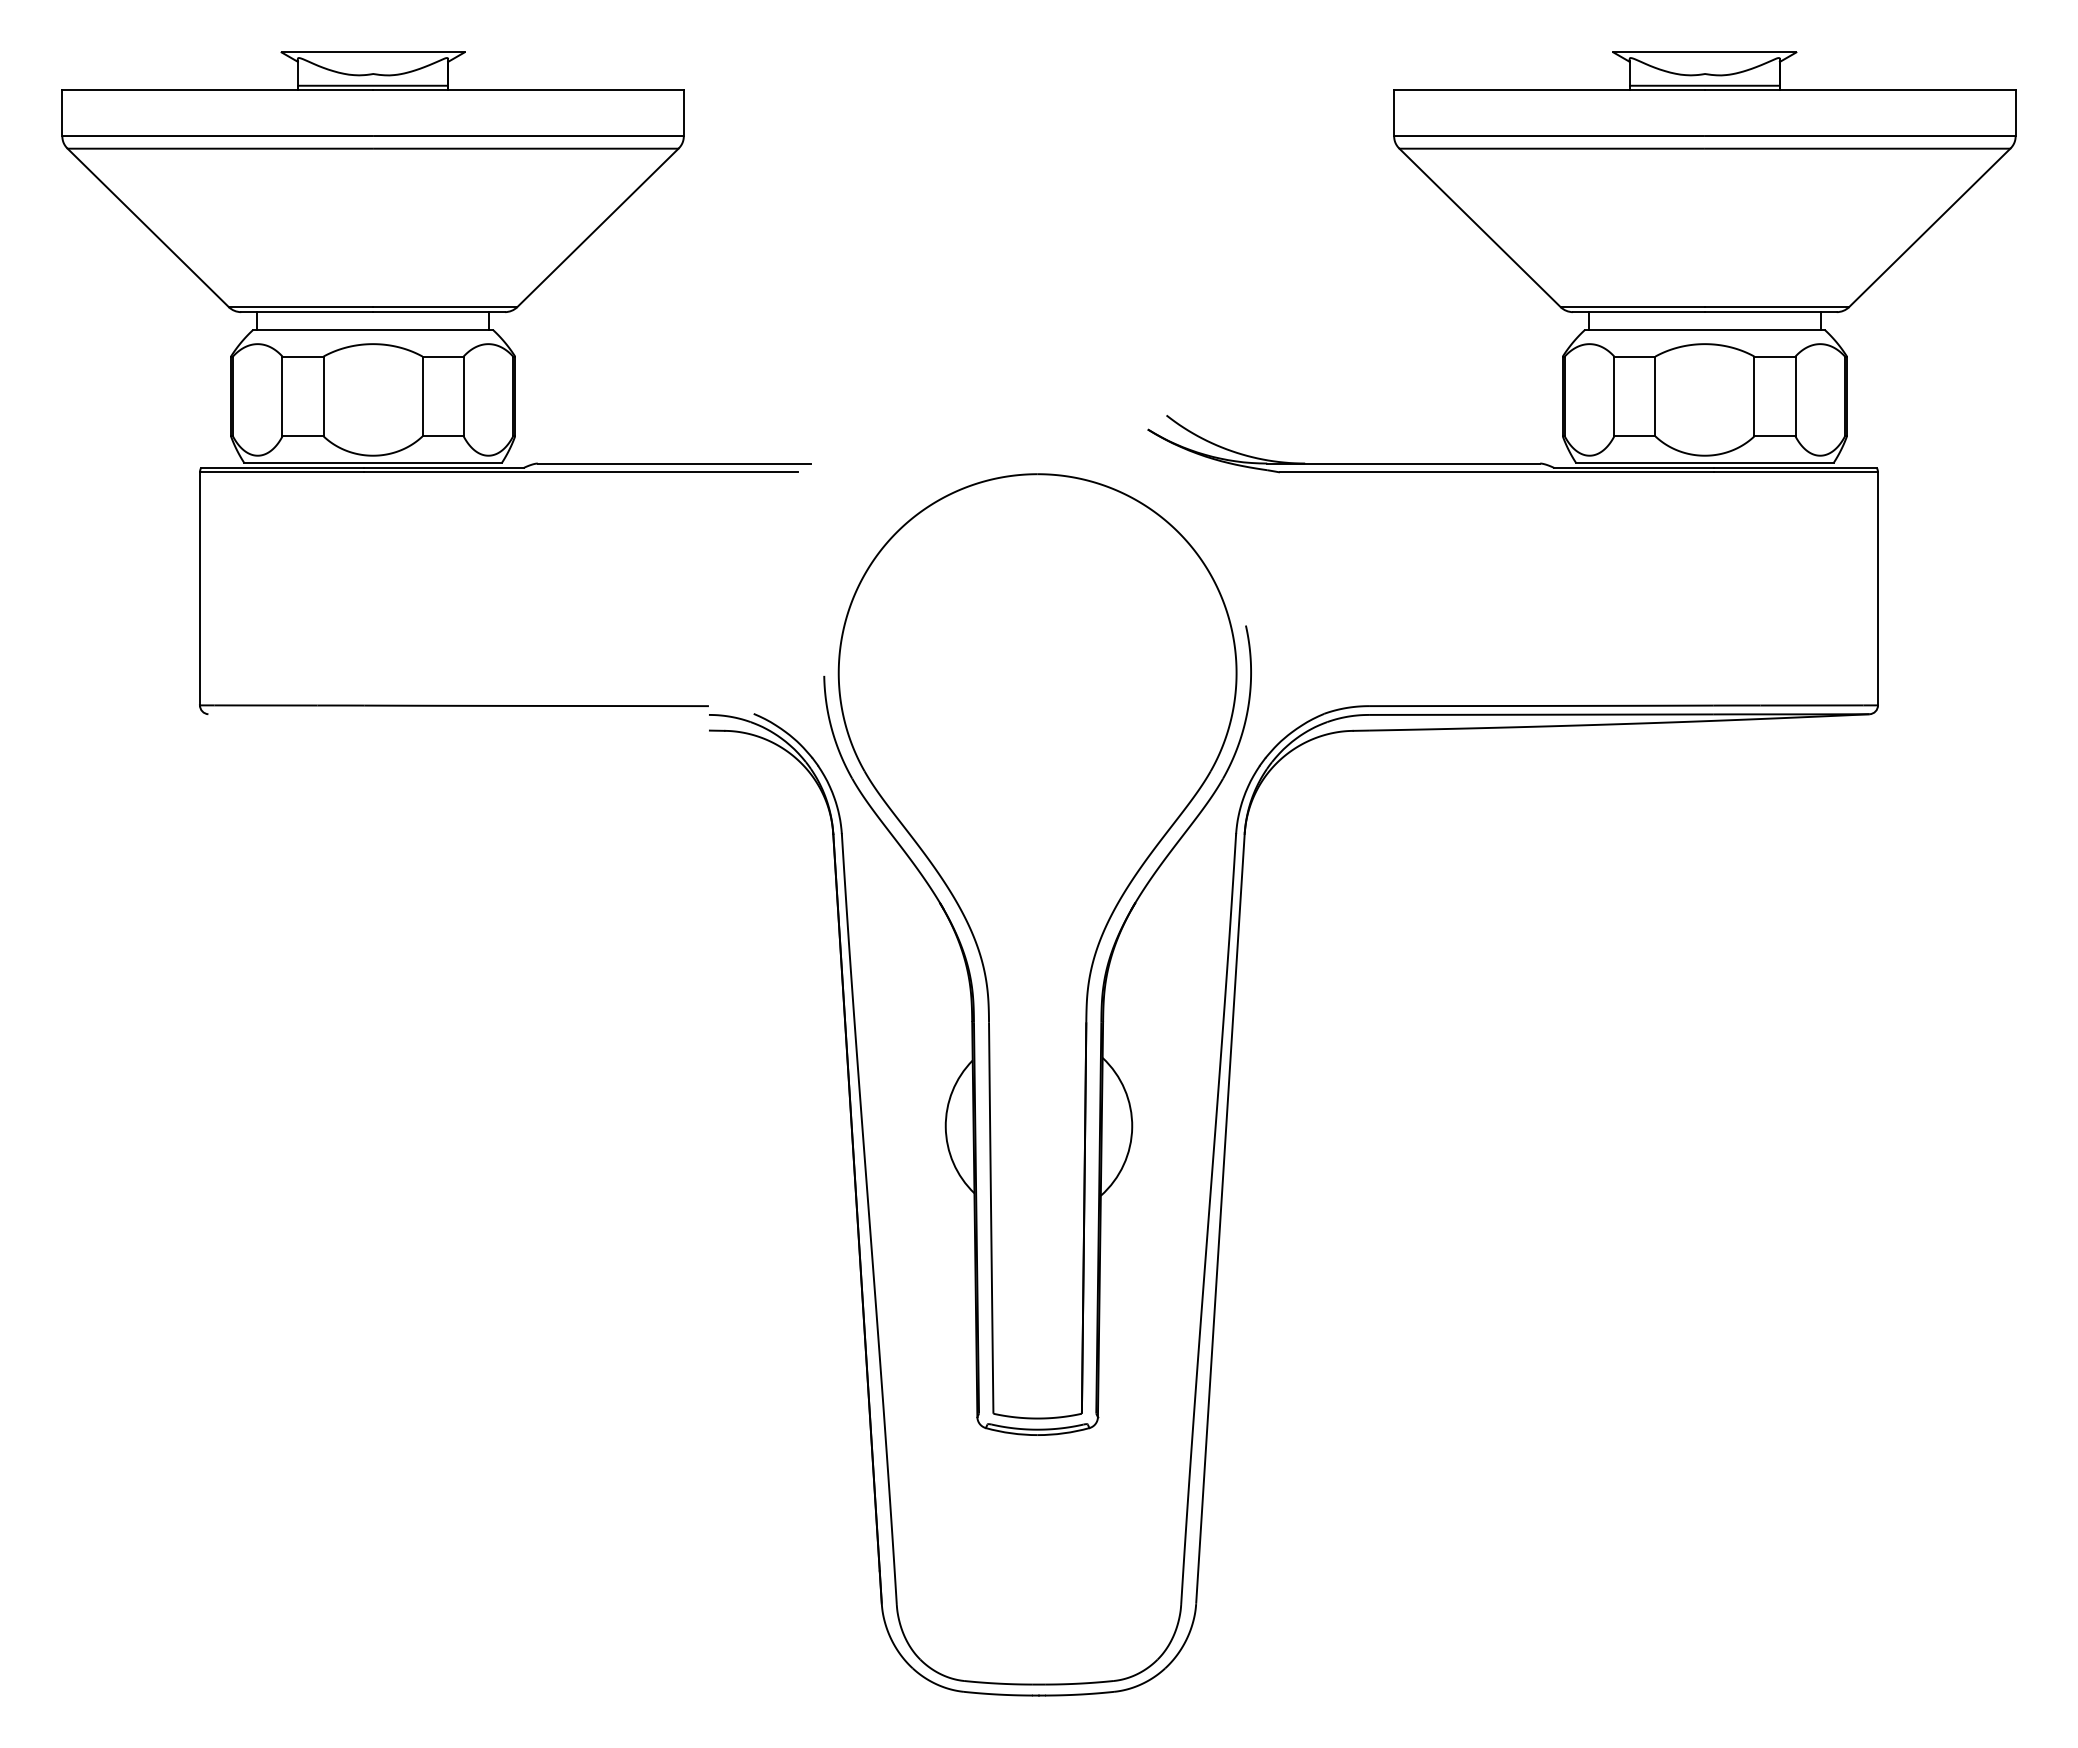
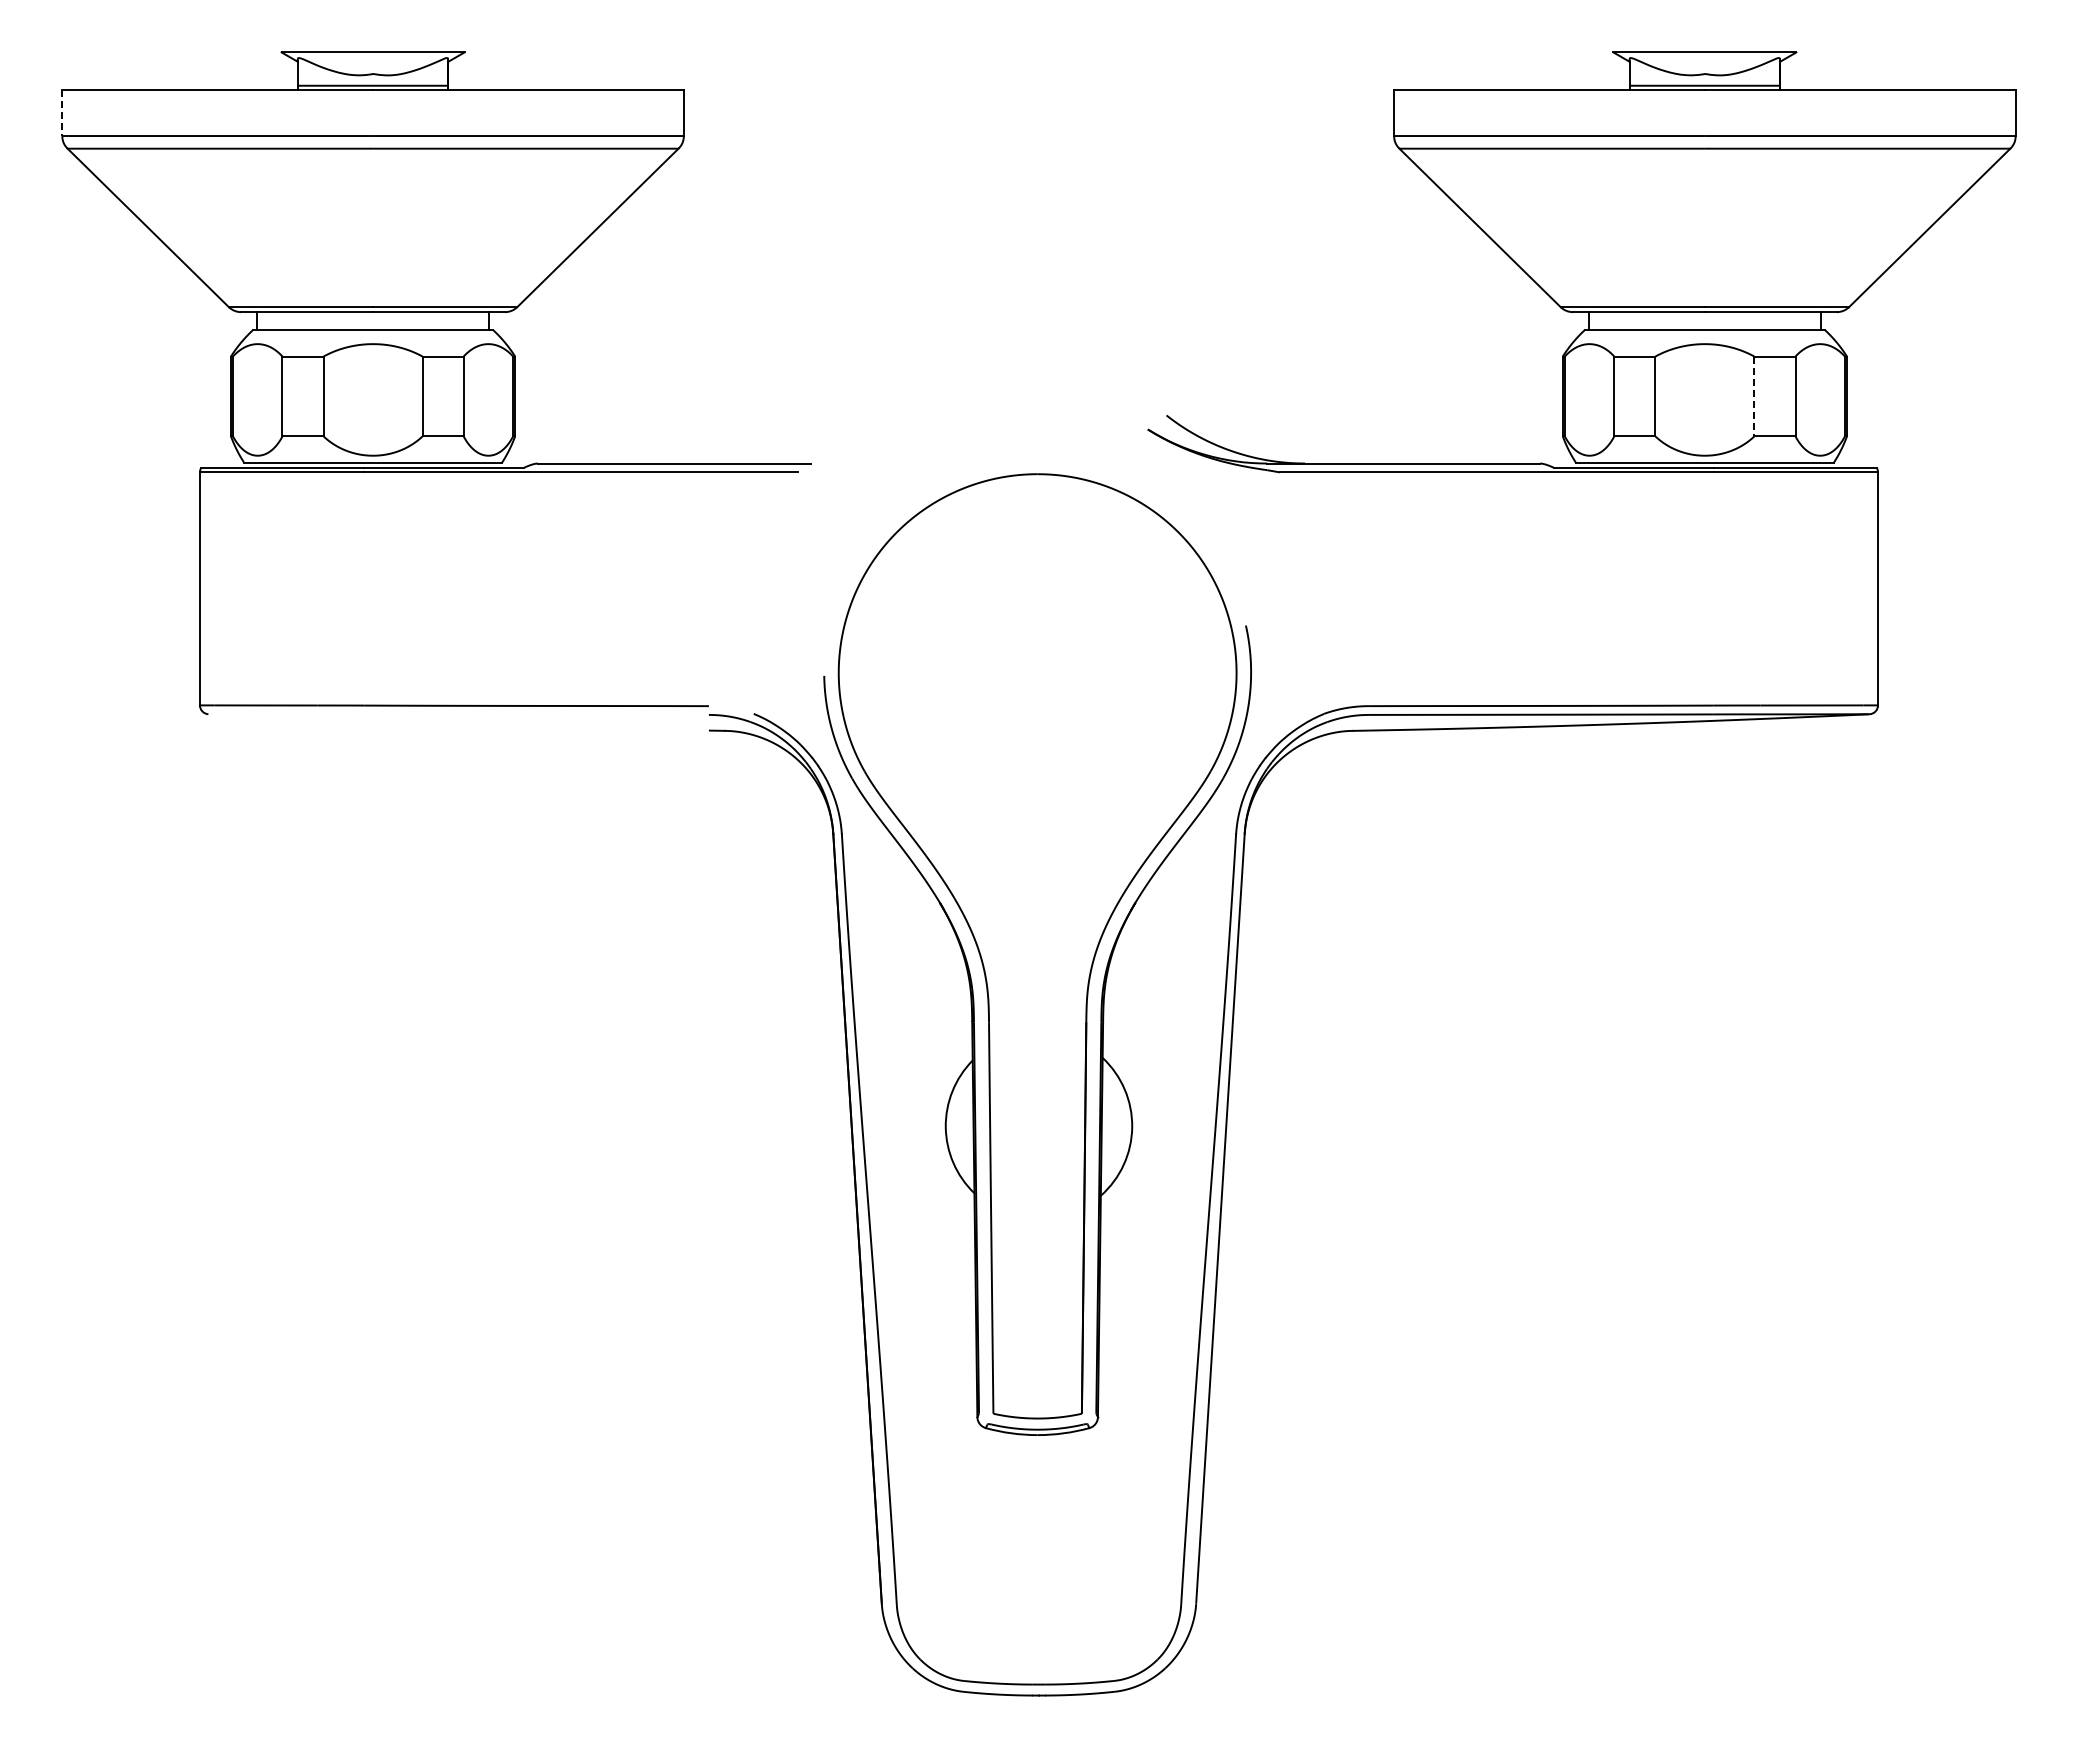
line at (62, 113): solid -> dashed
line at (1754, 396): solid -> dashed
